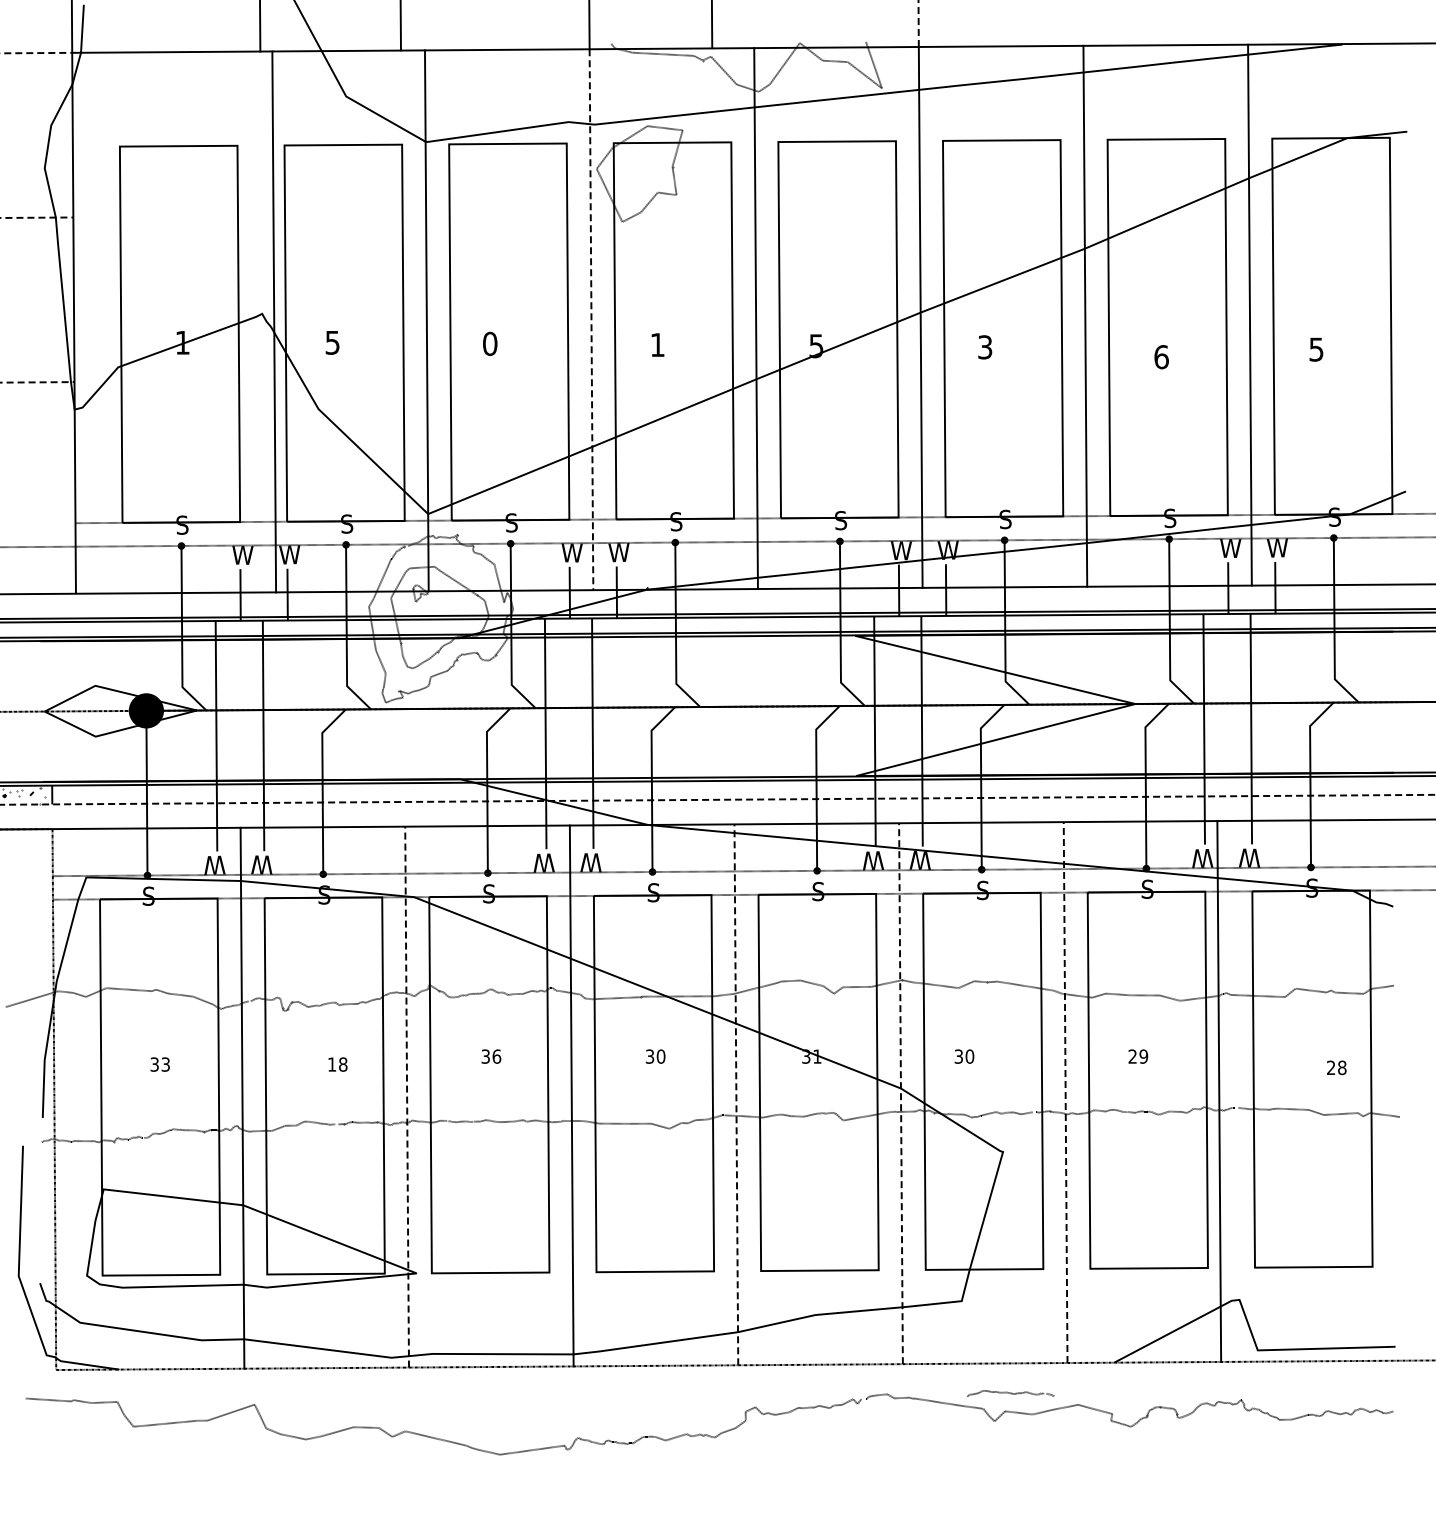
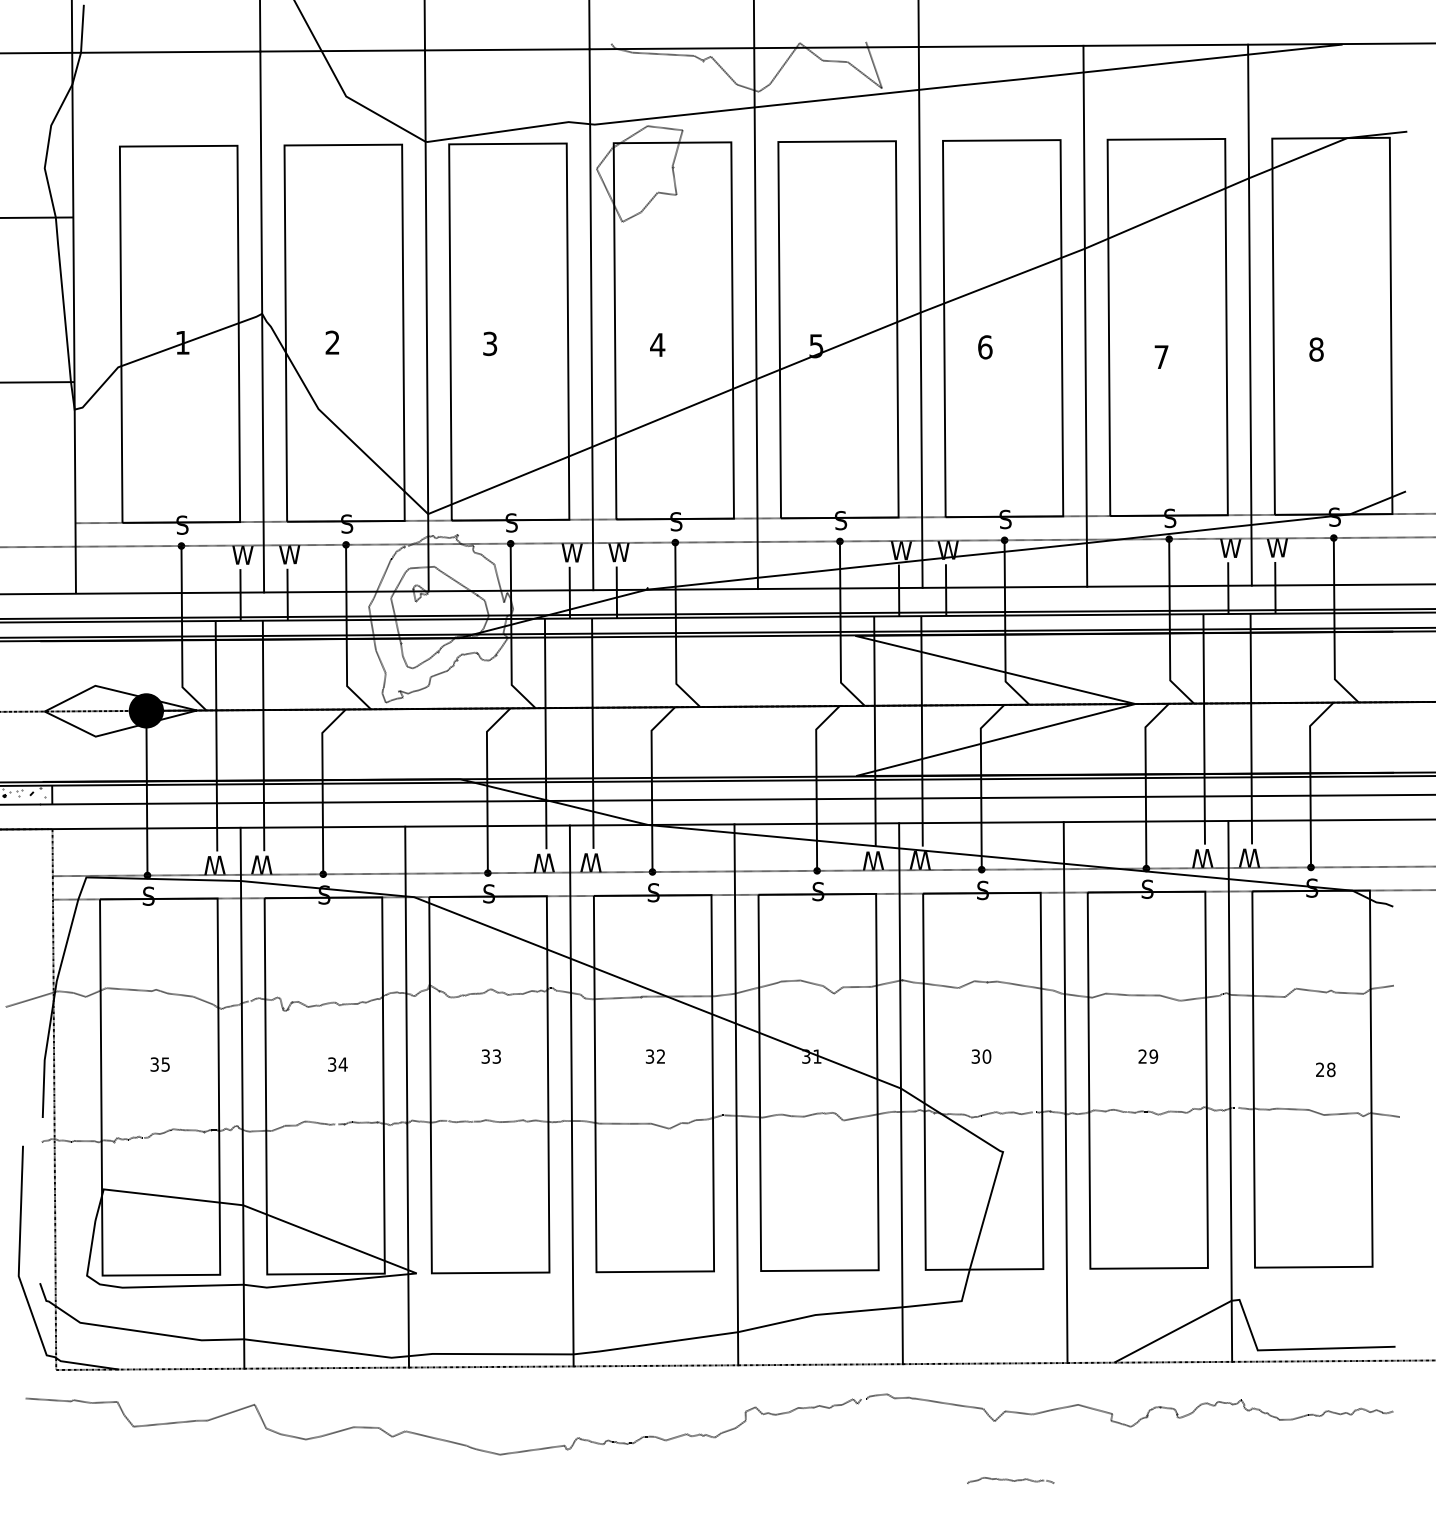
line at (918, 23): dashed -> solid
line at (711, 25) position: (711, 25) -> (753, 25)
line at (400, 26) position: (400, 26) -> (424, 26)
line at (36, 53): dashed -> solid
line at (37, 217): dashed -> solid
line at (591, 320): dashed -> solid
line at (274, 321) position: (274, 321) -> (262, 321)
text at (332, 342): 5 -> 2
text at (490, 343): 0 -> 3
text at (657, 344): 1 -> 4
text at (985, 347): 3 -> 6
text at (1316, 349): 5 -> 8
text at (1161, 357): 6 -> 7
line at (37, 382): dashed -> solid
line at (718, 799): dashed -> solid
text at (496, 1056): 36 -> 33
text at (660, 1056): 30 -> 32
text at (964, 1056) position: (964, 1056) -> (981, 1056)
text at (1138, 1056) position: (1138, 1056) -> (1148, 1056)
text at (165, 1063): 33 -> 35
text at (337, 1064): 18 -> 34
text at (1336, 1067) position: (1336, 1067) -> (1325, 1069)
line at (1219, 1090) position: (1219, 1090) -> (1230, 1090)
line at (1065, 1092): dashed -> solid
line at (901, 1093): dashed -> solid
line at (736, 1094): dashed -> solid
line at (407, 1096): dashed -> solid
curve at (1010, 1393) position: (1010, 1393) -> (1010, 1480)
